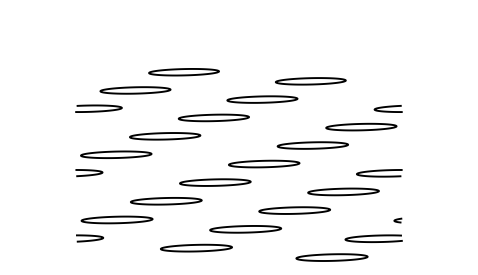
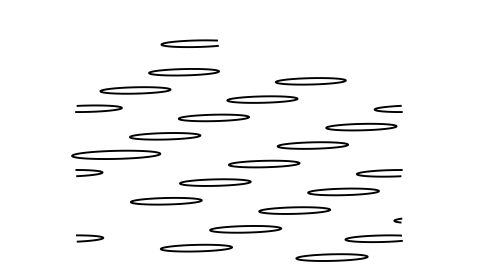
curve at (189, 41): none -> present
part at (116, 154) size: 73x9 px -> 91x11 px
part at (116, 219): present -> none
